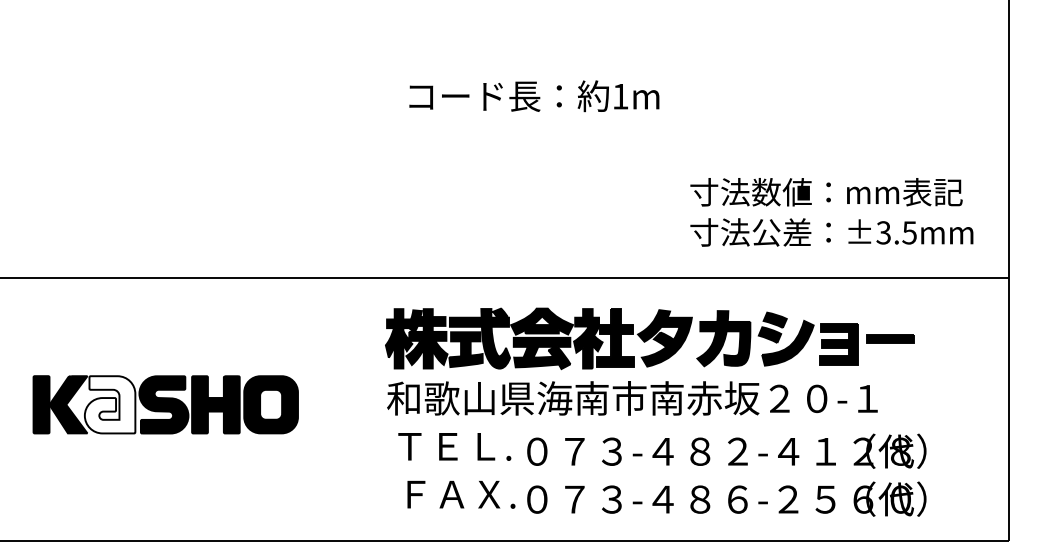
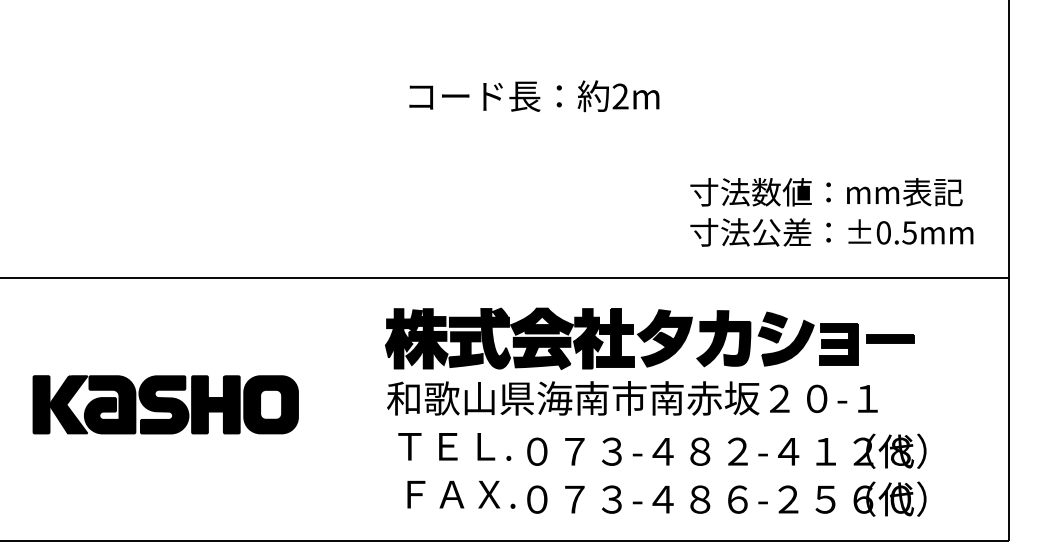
text at (620, 96): 1m -> 2m
text at (883, 232): ±3.5mm -> ±0.5mm
fill at (109, 404): none -> present
